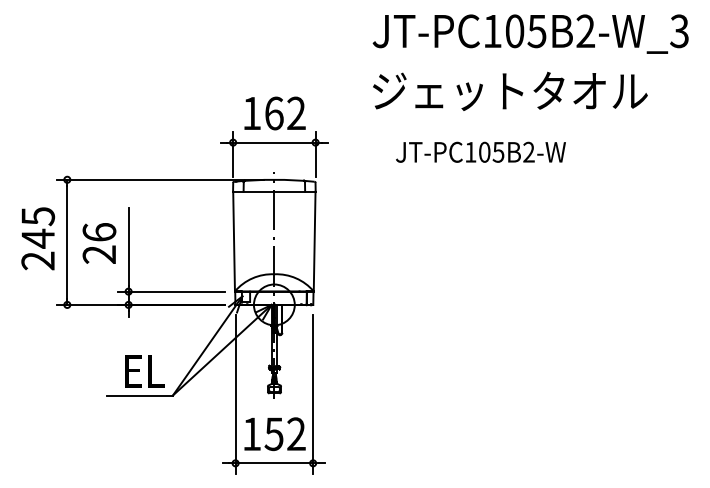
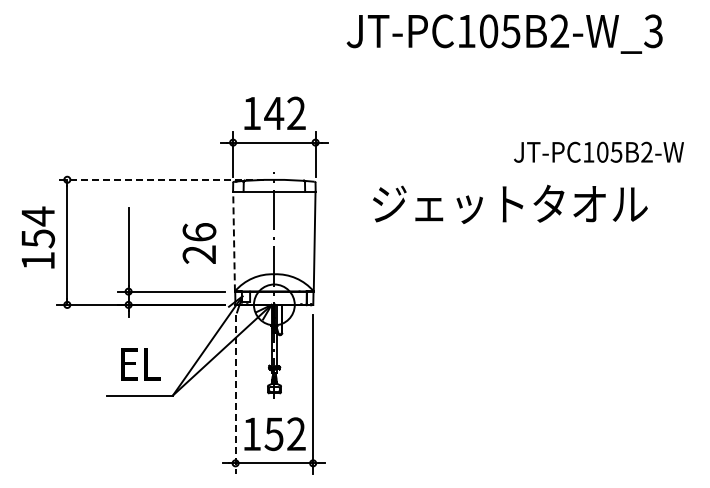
text at (530, 33) position: (530, 33) -> (504, 33)
text at (510, 90) position: (510, 90) -> (510, 203)
text at (274, 113): 162 -> 142
text at (480, 151) position: (480, 151) -> (598, 151)
line at (160, 179): solid -> dashed
text at (38, 238): 245 -> 154
line at (234, 241): solid -> dashed
text at (99, 243) position: (99, 243) -> (199, 243)
text at (144, 371) position: (144, 371) -> (140, 364)
line at (235, 394): solid -> dashed
